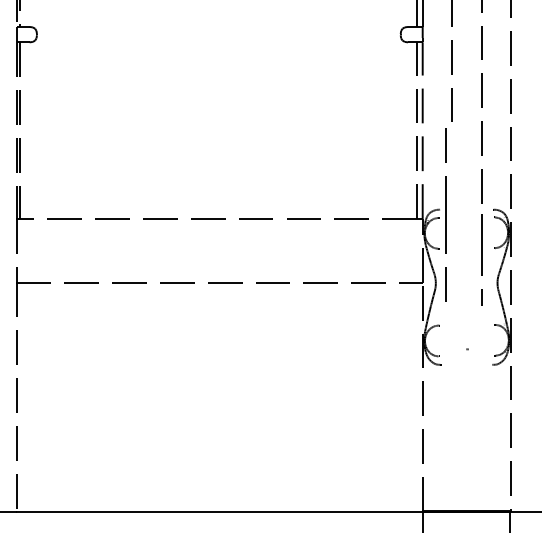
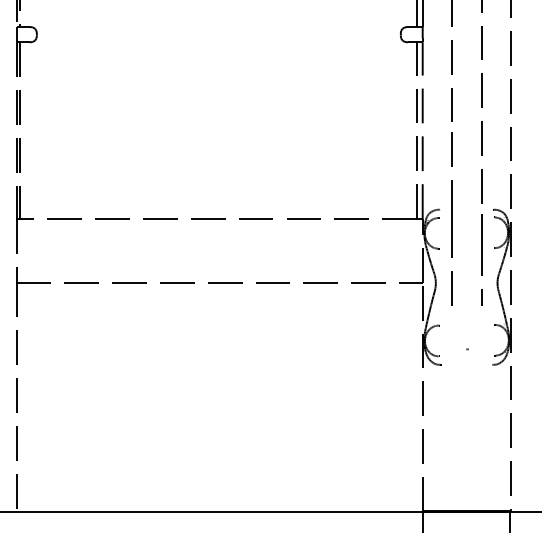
line at (445, 214) position: (445, 214) -> (451, 218)
